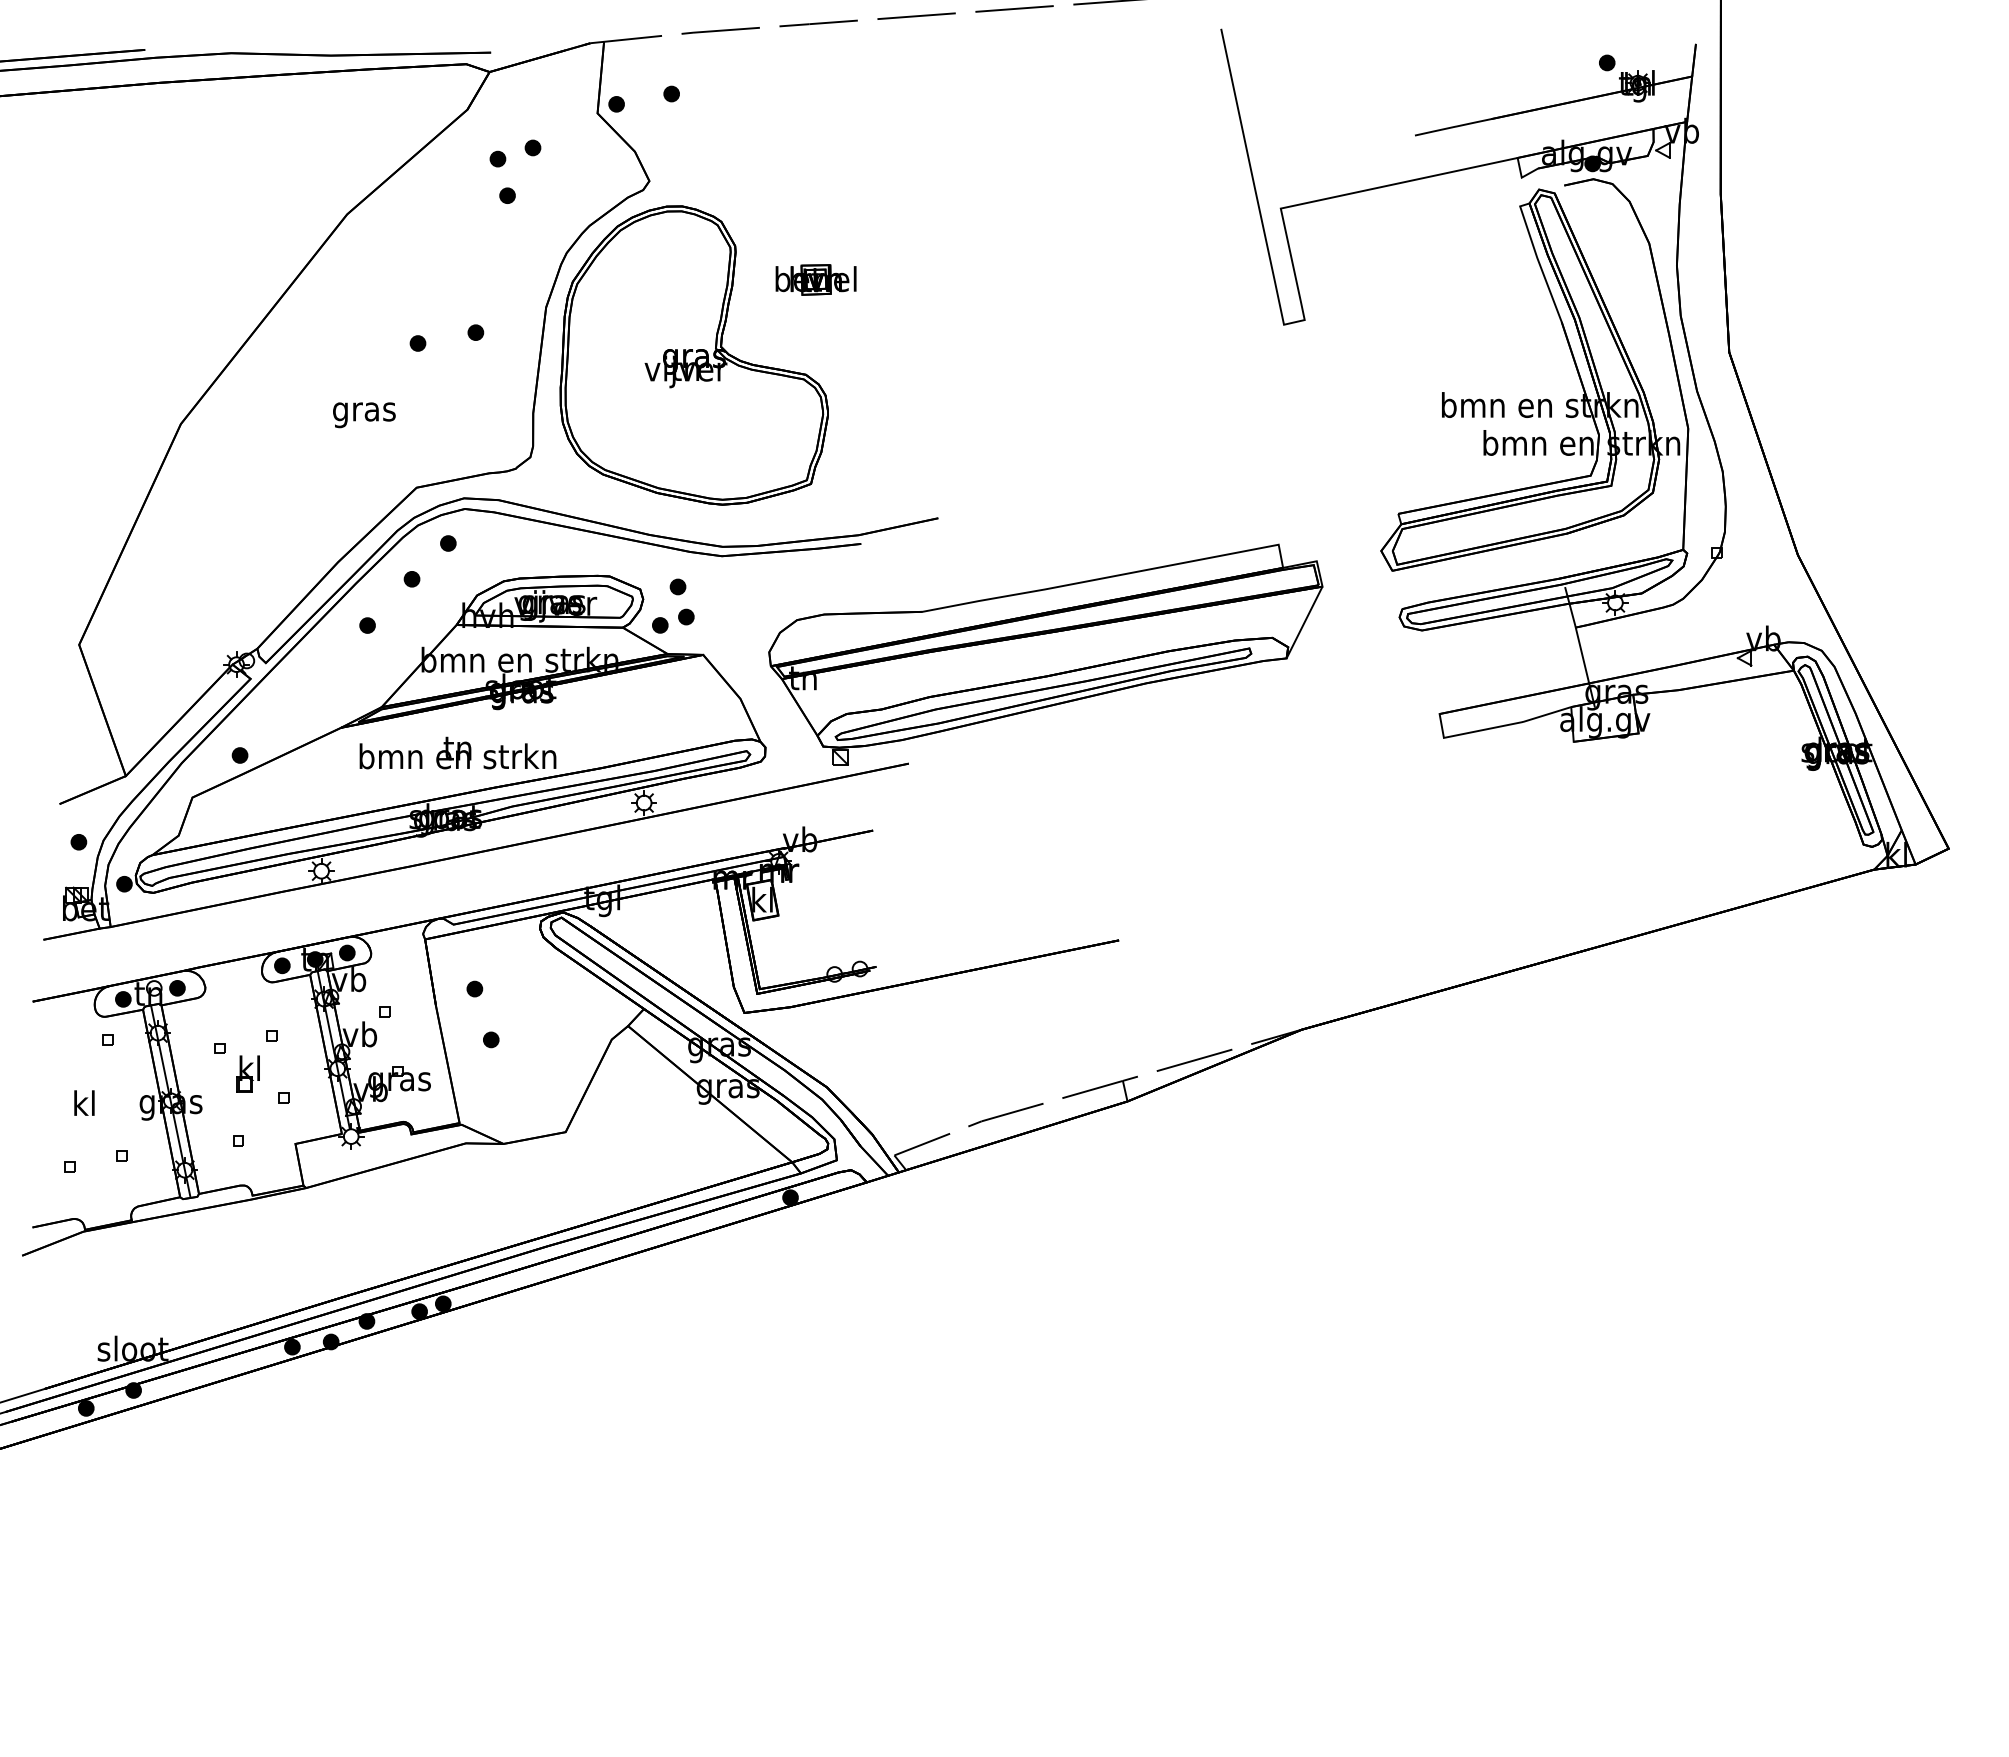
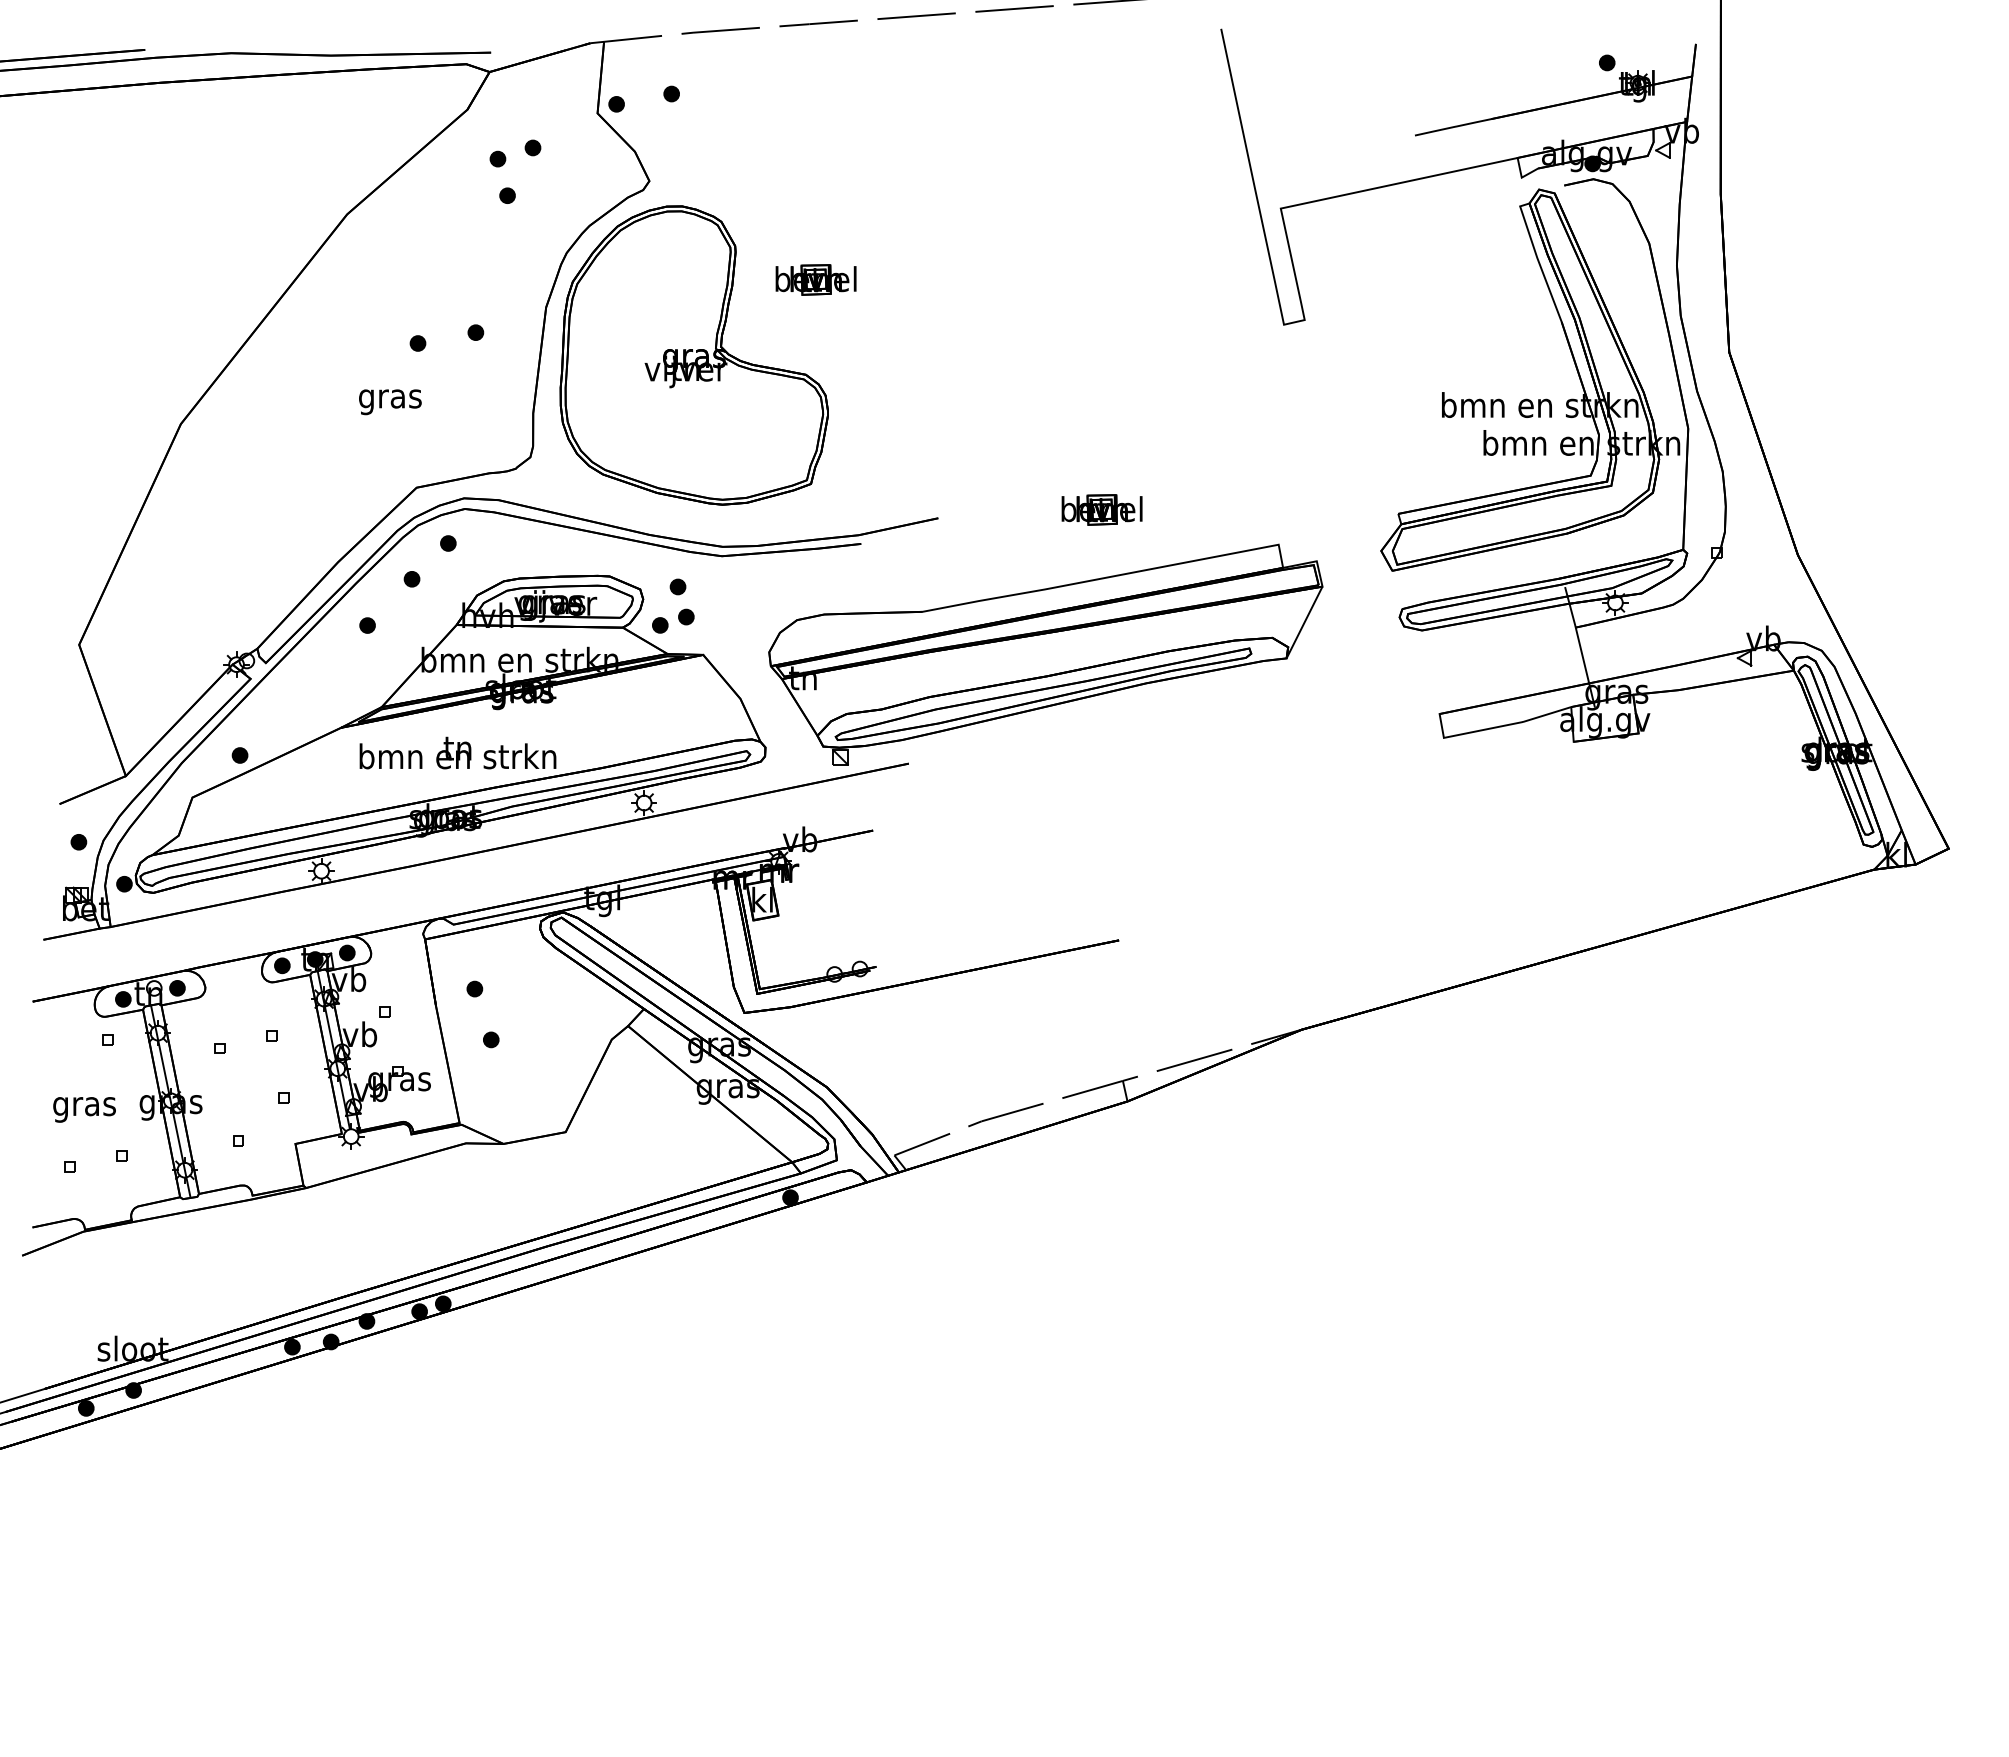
text at (364, 415) position: (364, 415) -> (390, 402)
part at (1101, 509): none -> present
part at (247, 1073): present -> none
text at (84, 1106): kl -> gras
